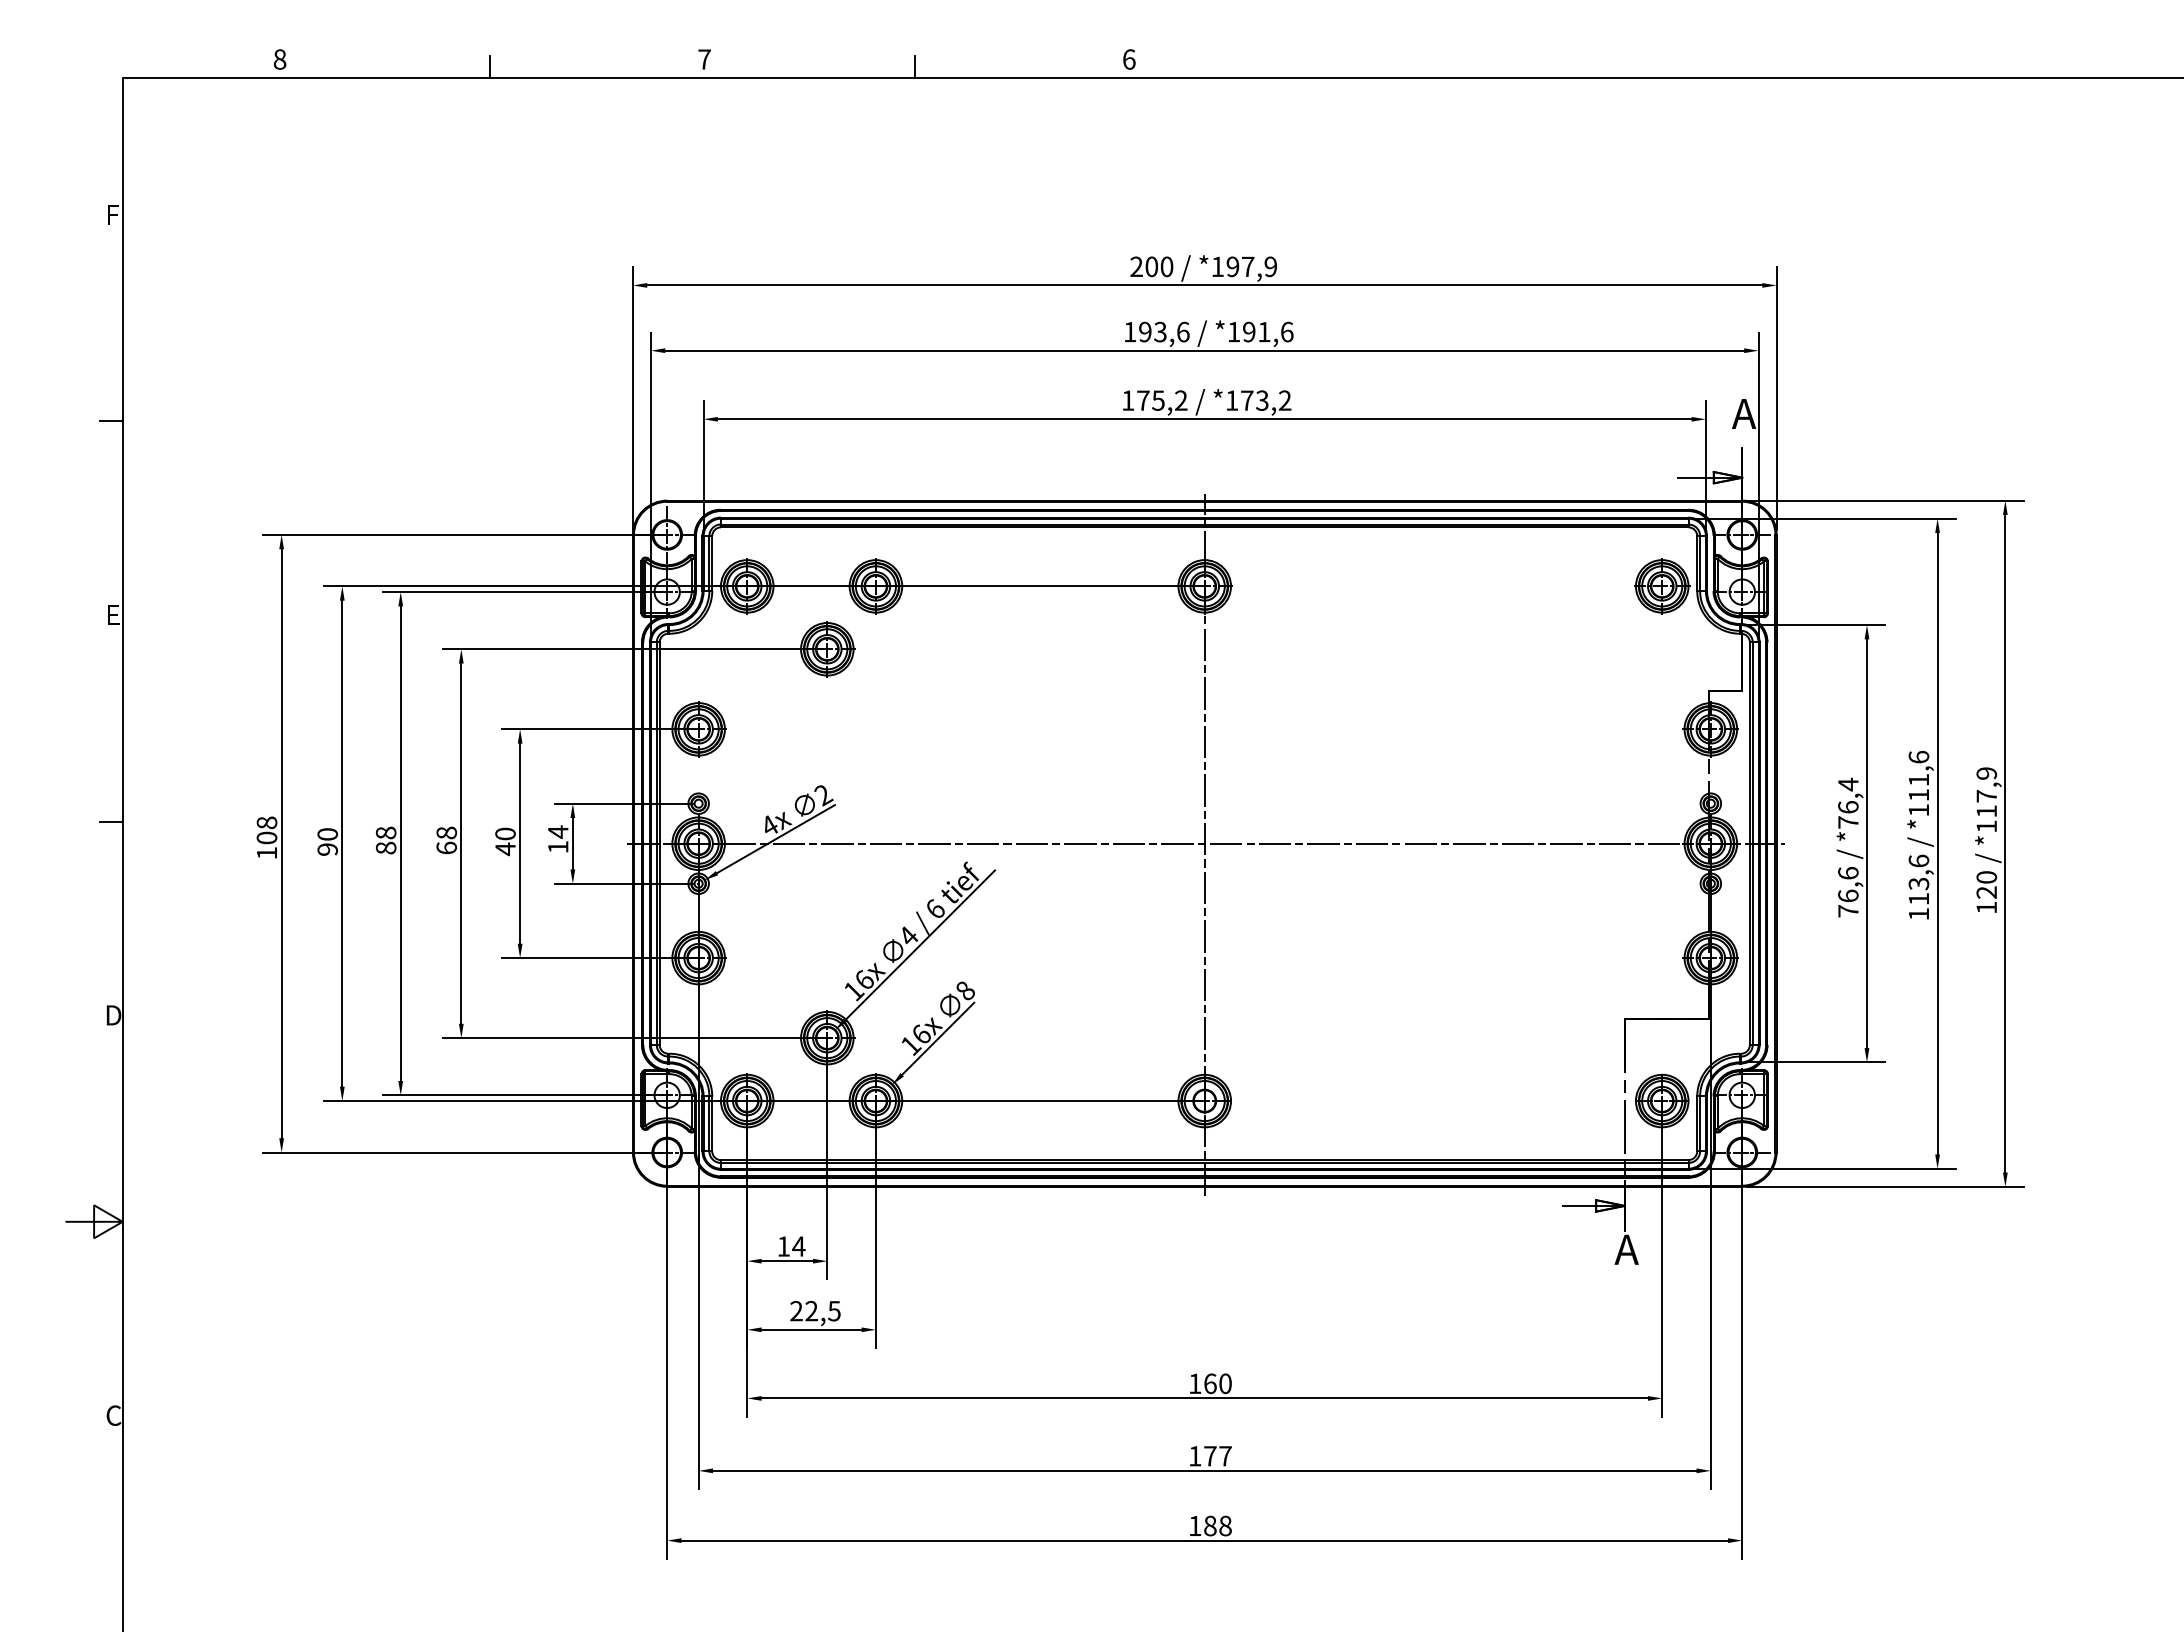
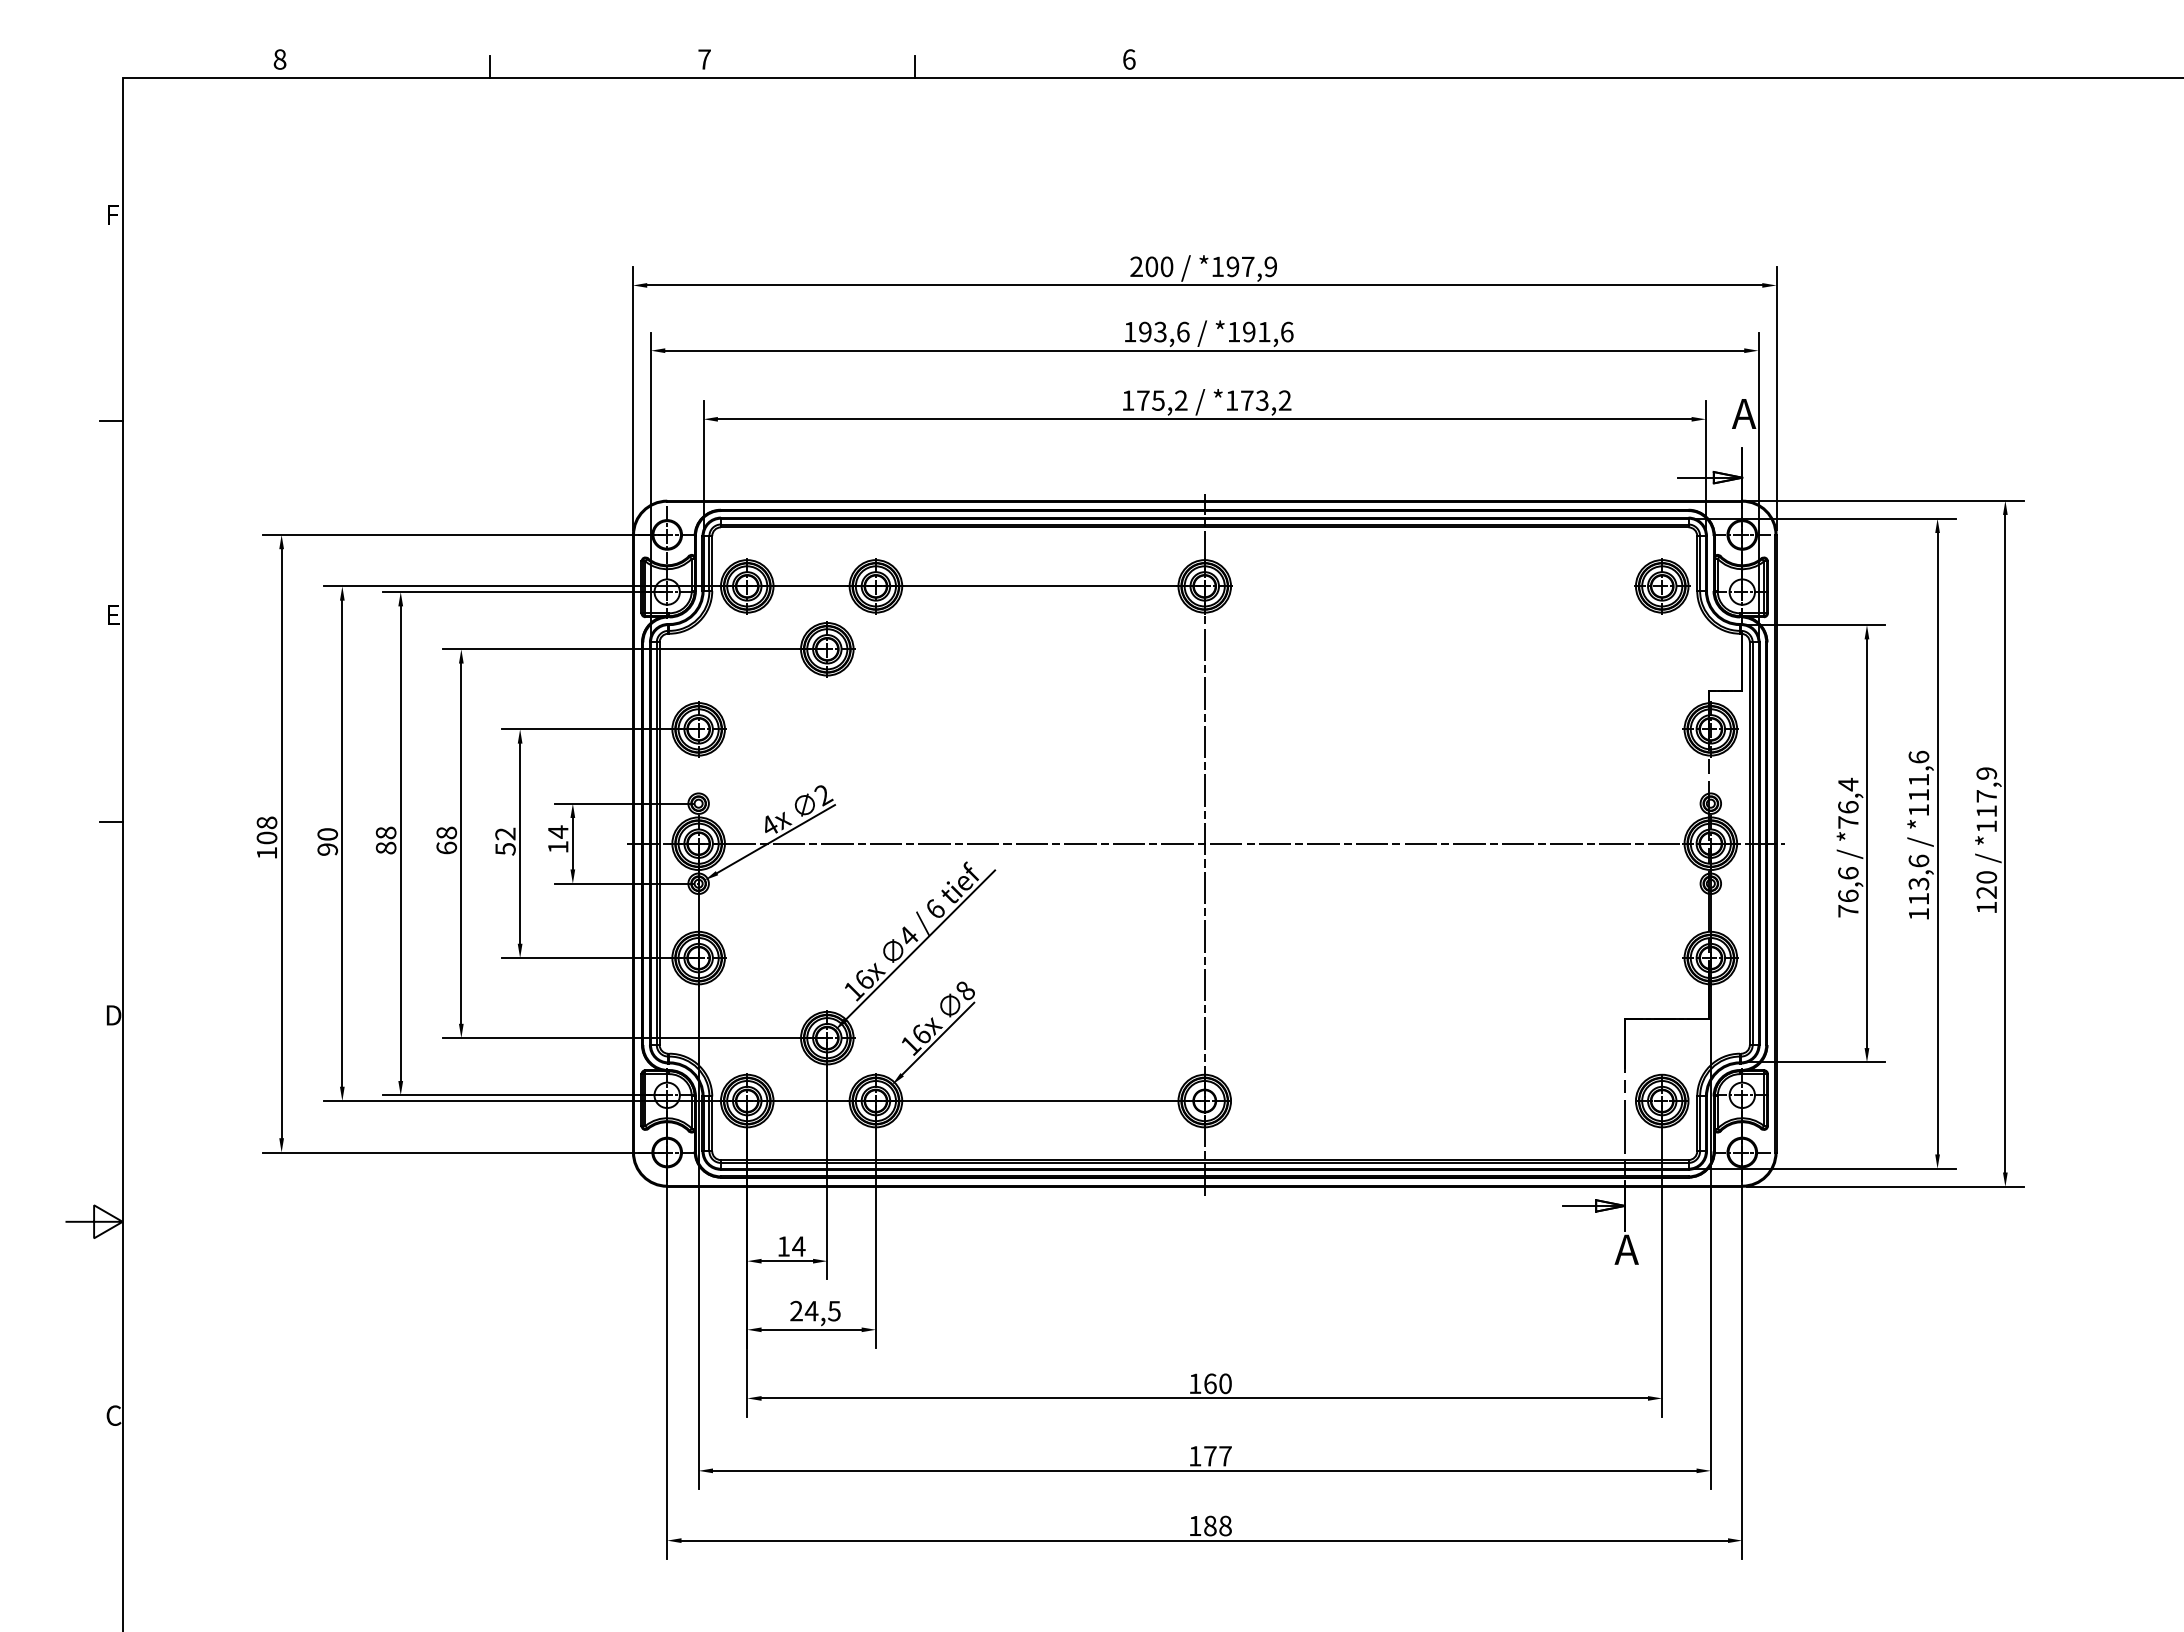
text at (505, 841): 40 -> 52
text at (811, 1310): 22,5 -> 24,5
